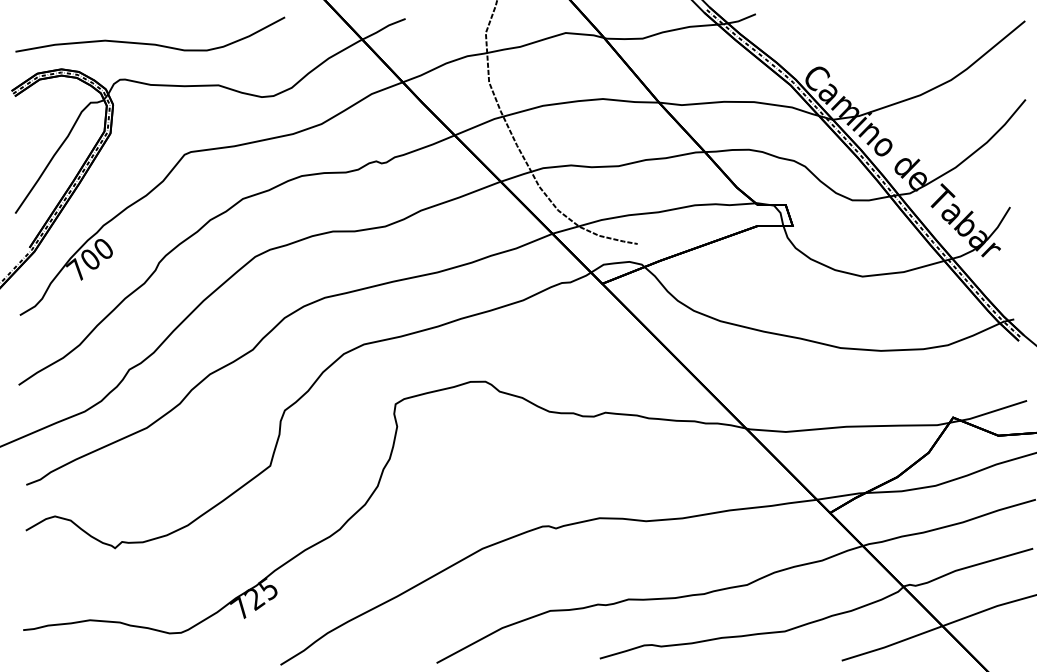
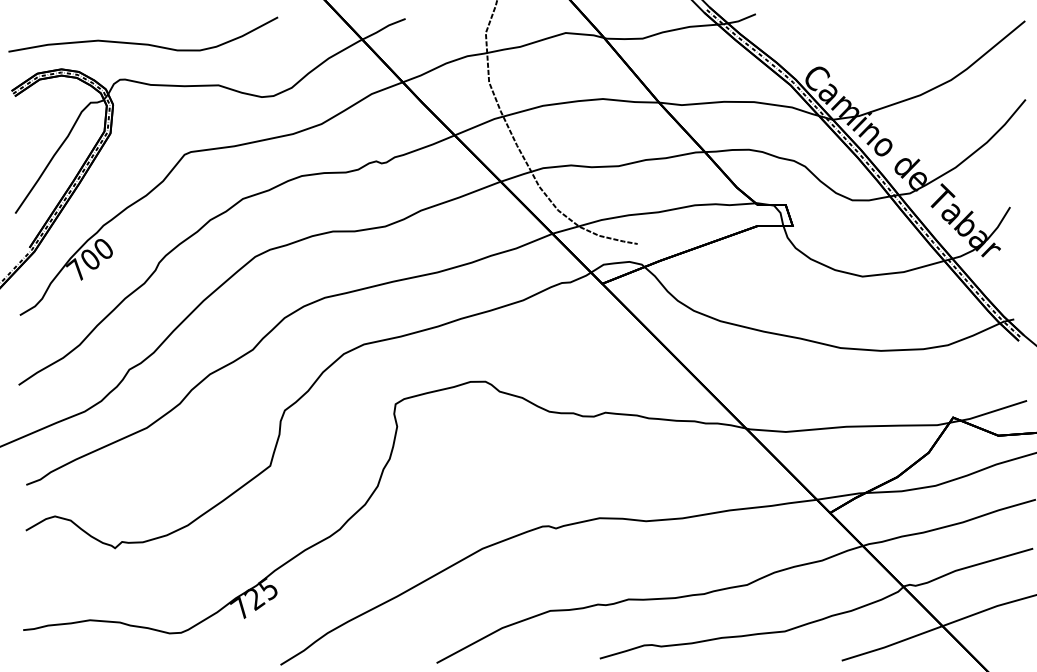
curve at (150, 43) position: (150, 43) -> (143, 43)
